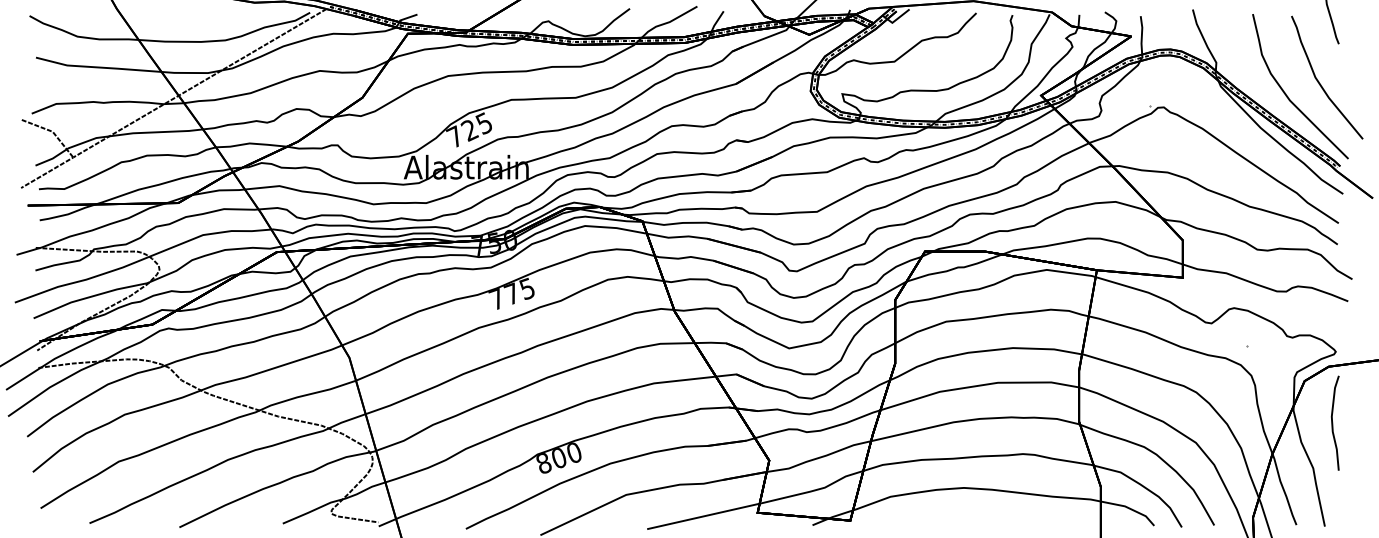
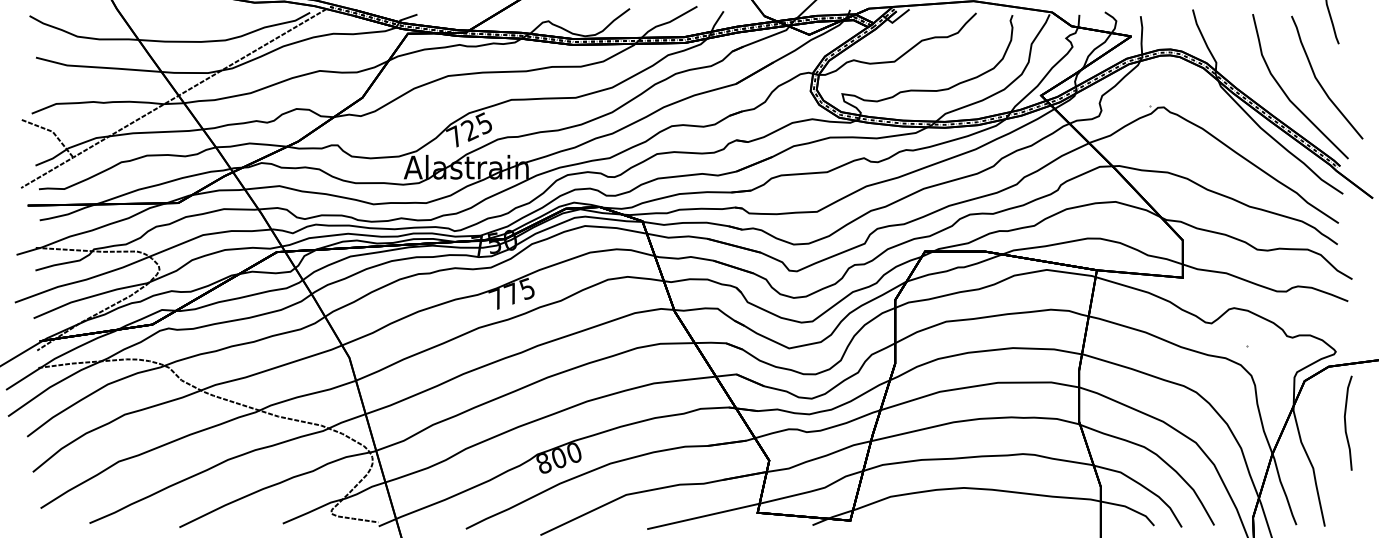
curve at (1333, 422) position: (1333, 422) -> (1346, 422)
